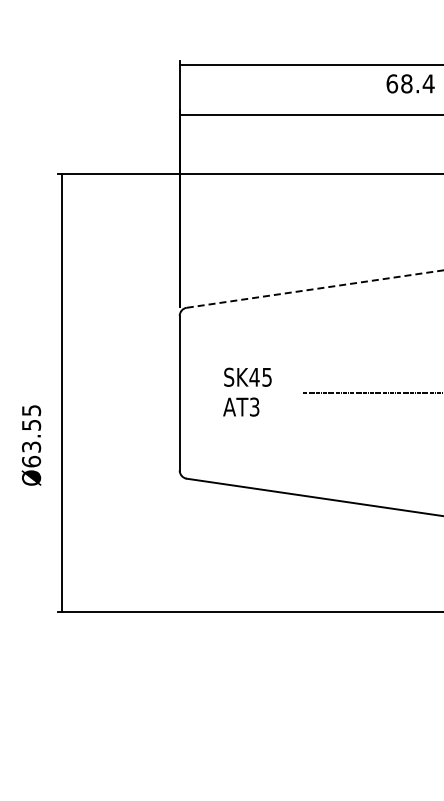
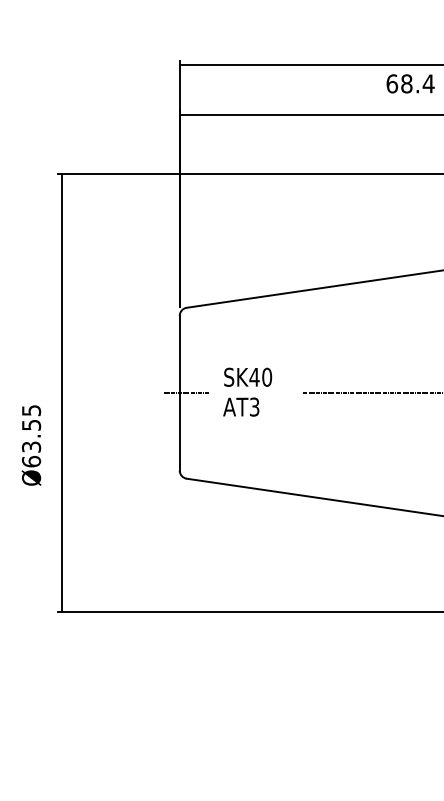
line at (315, 289): dashed -> solid
text at (267, 376): SK45 -> SK40
line at (186, 393): none -> present
